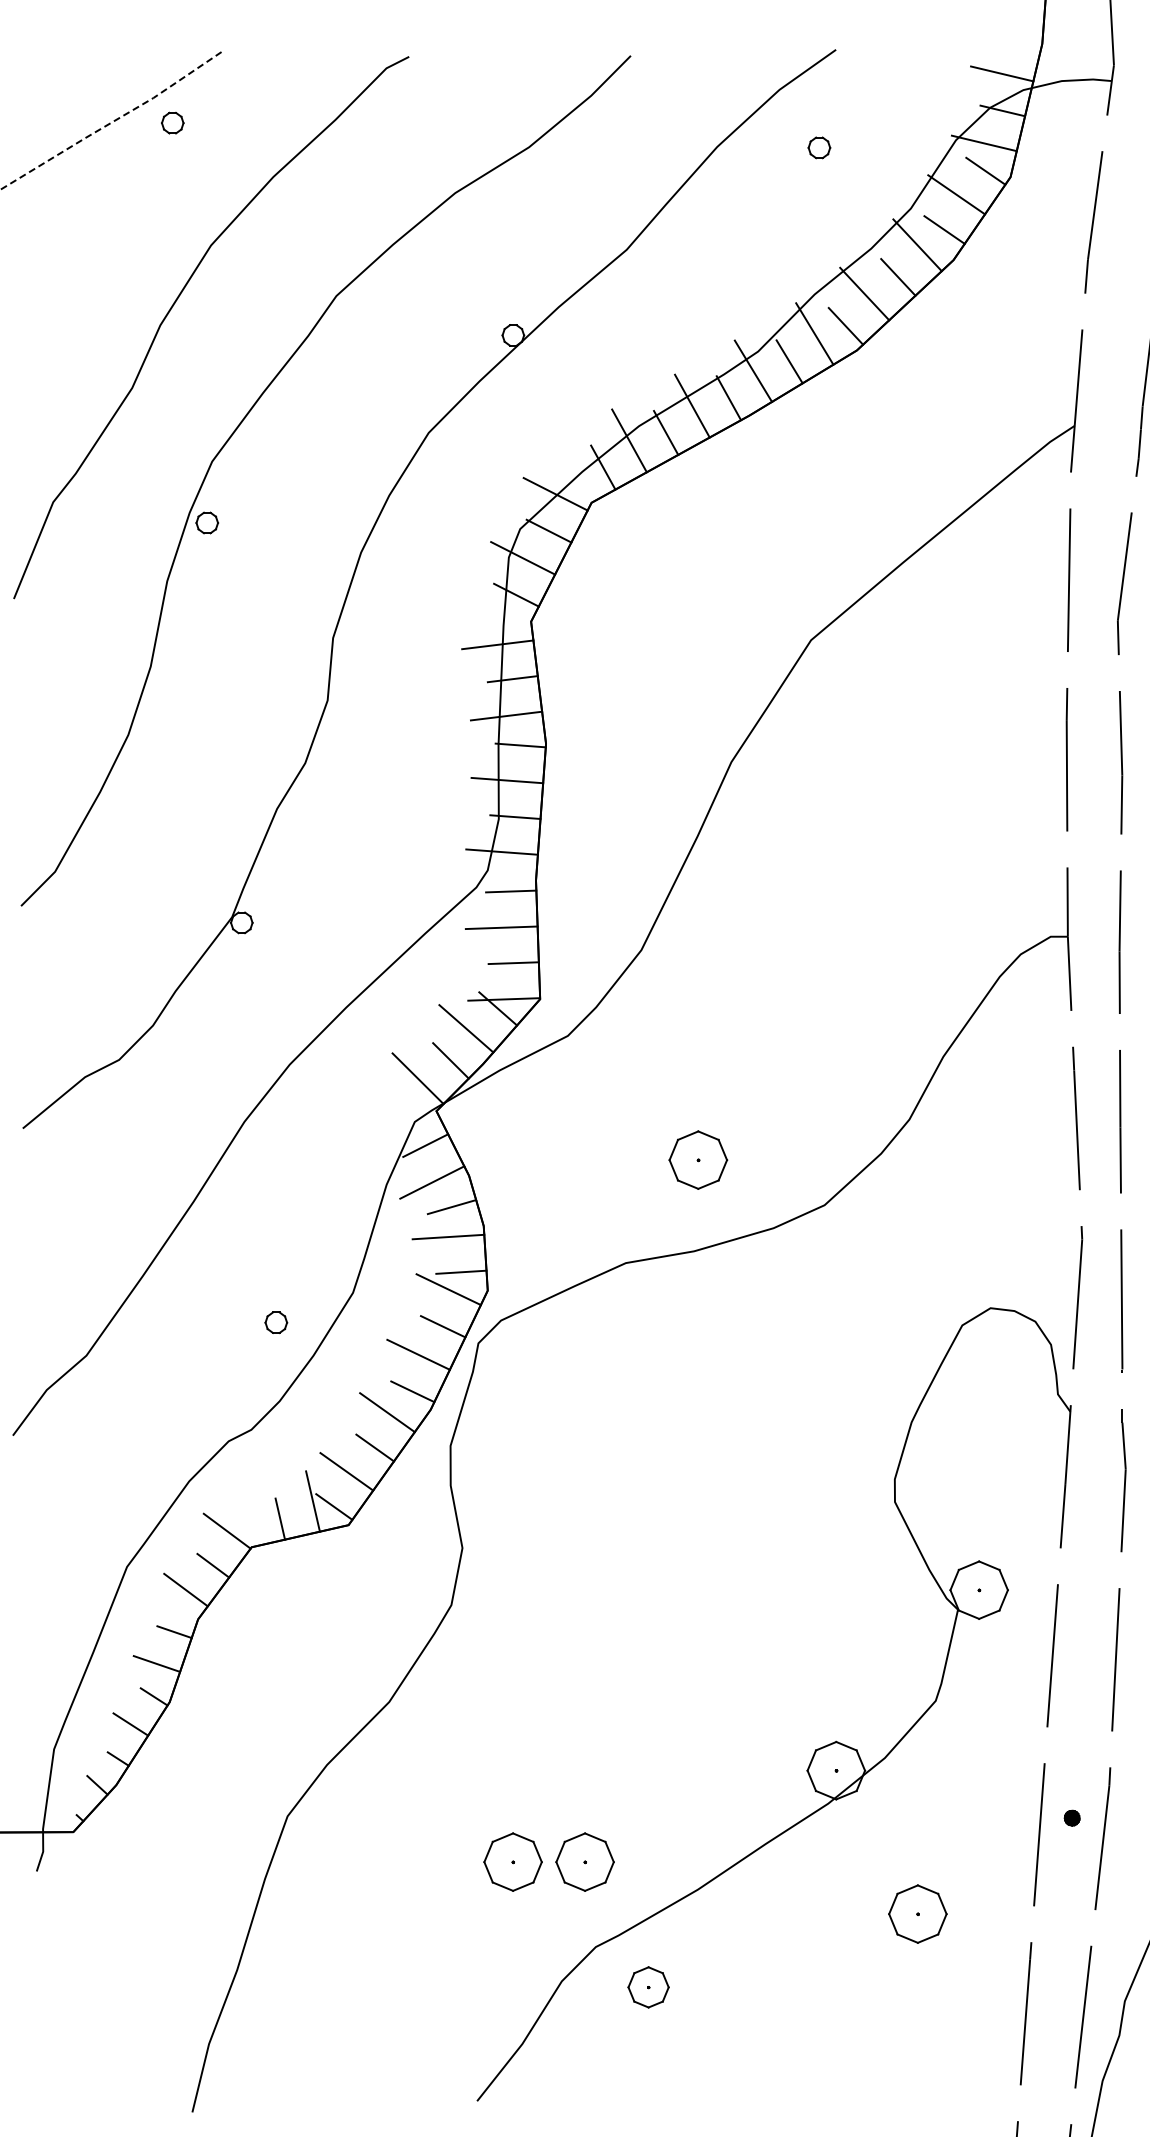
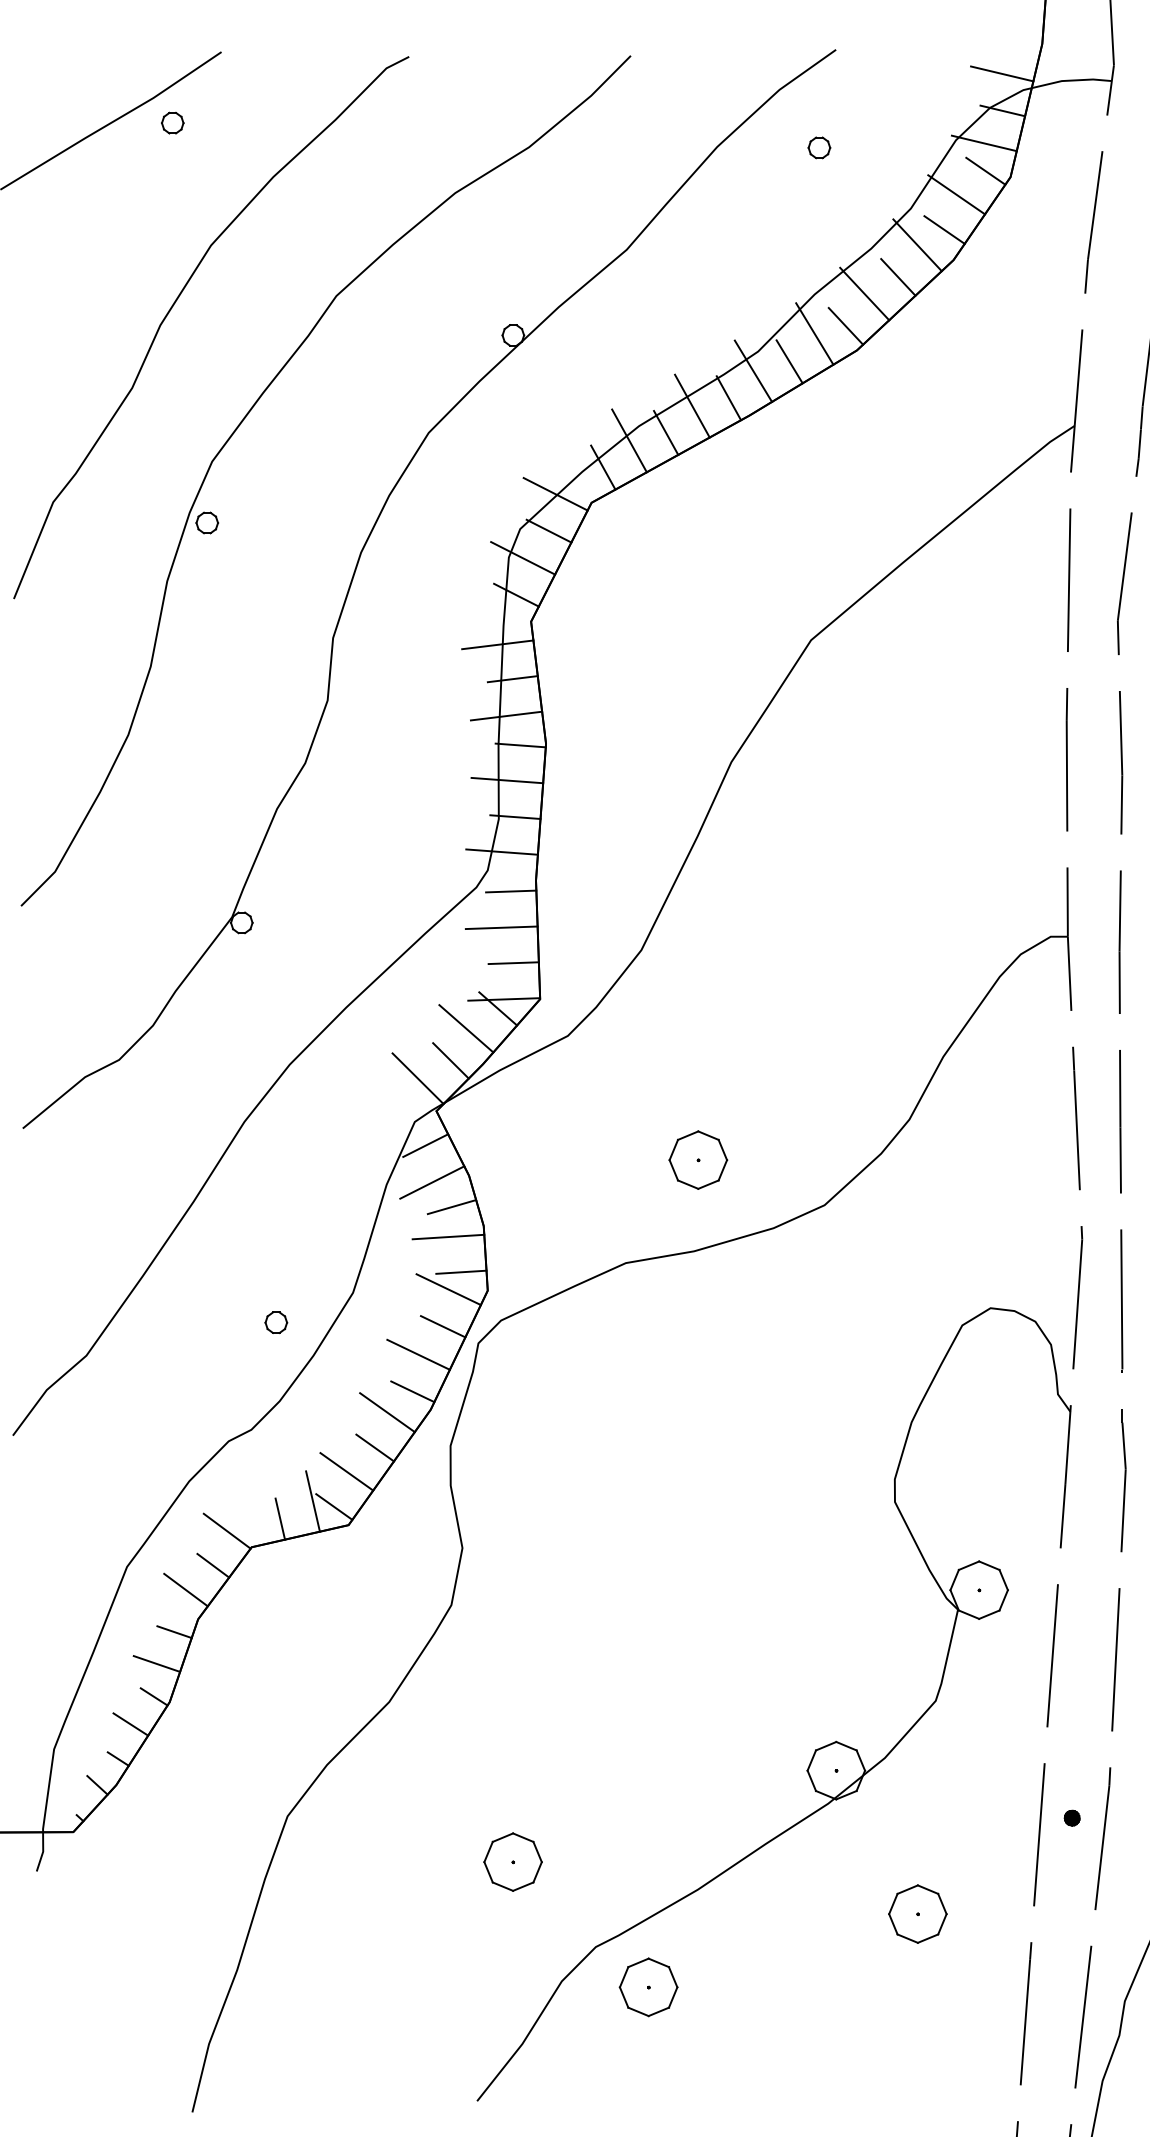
line at (112, 122): dashed -> solid
part at (584, 1861): present -> none
part at (648, 1987) size: 43x43 px -> 61x61 px
